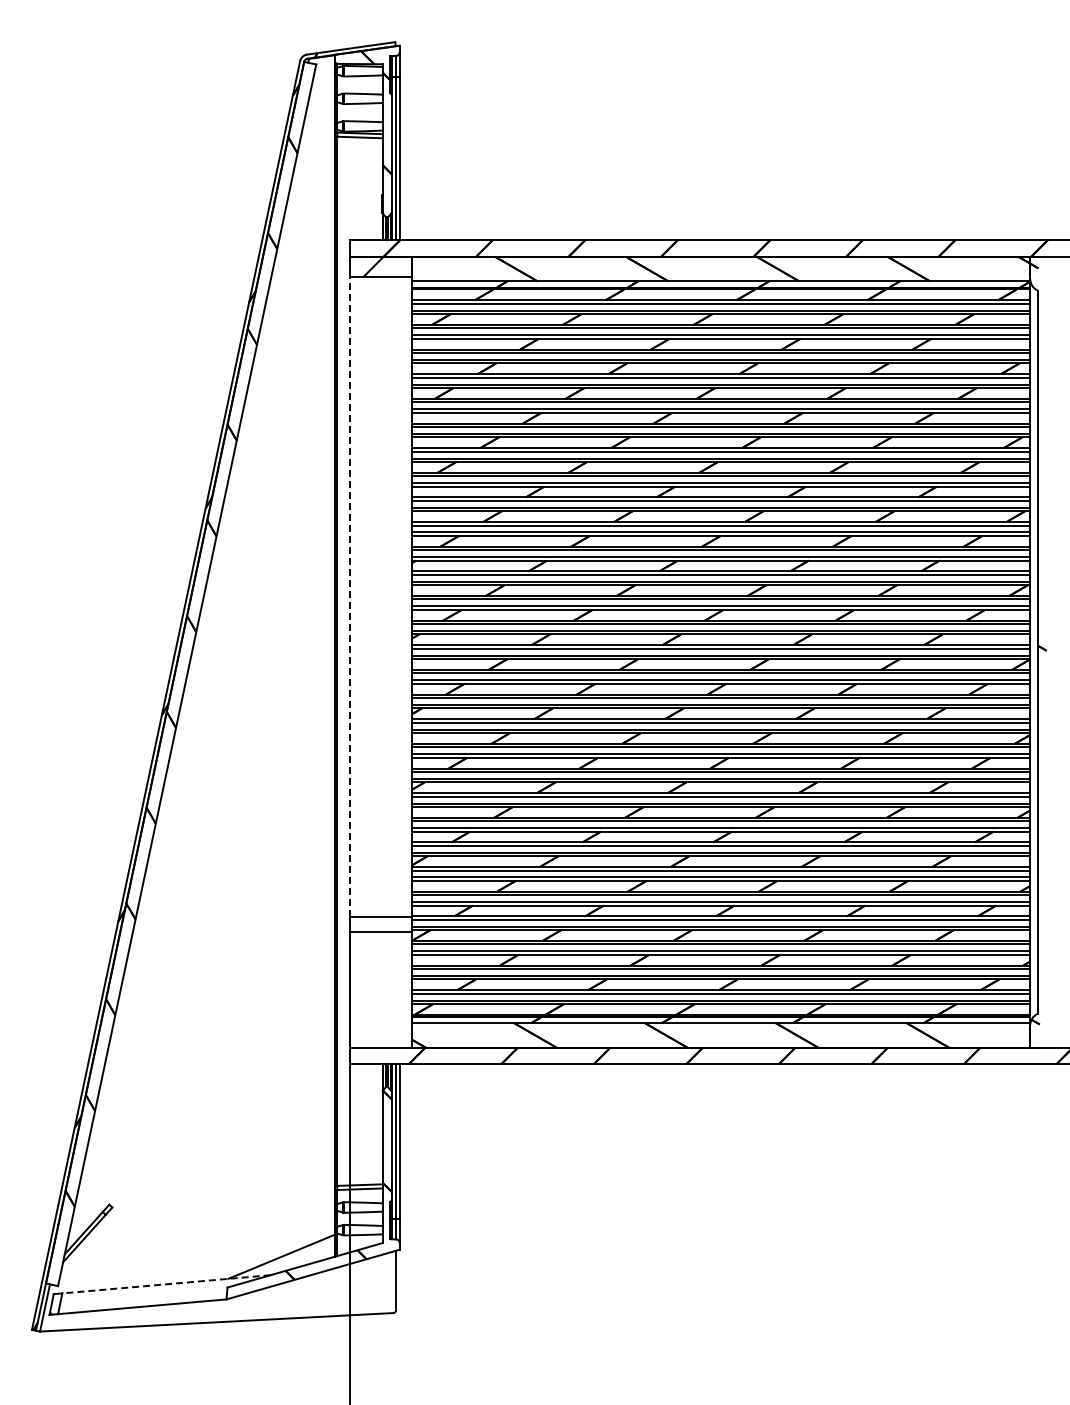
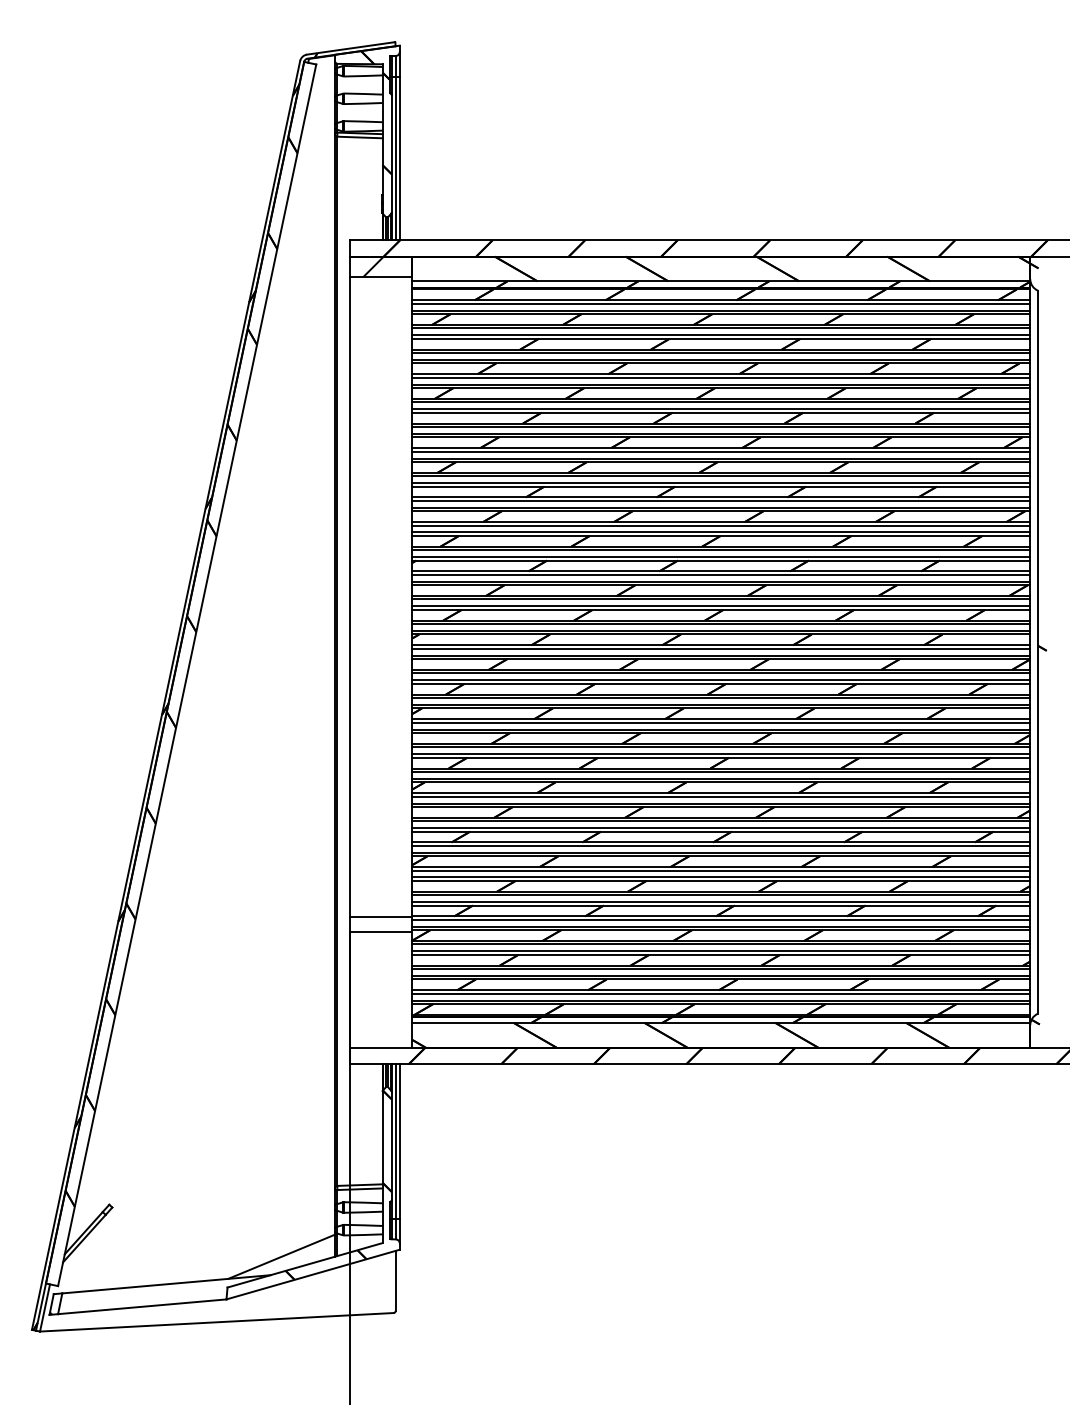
line at (350, 596): dashed -> solid
line at (166, 1284): dashed -> solid
